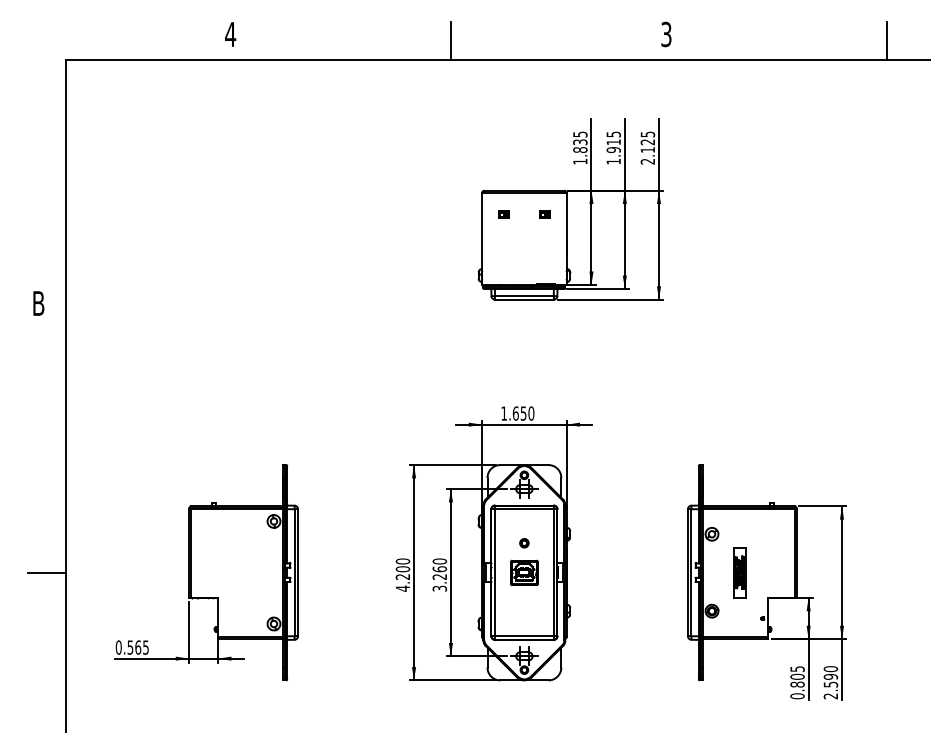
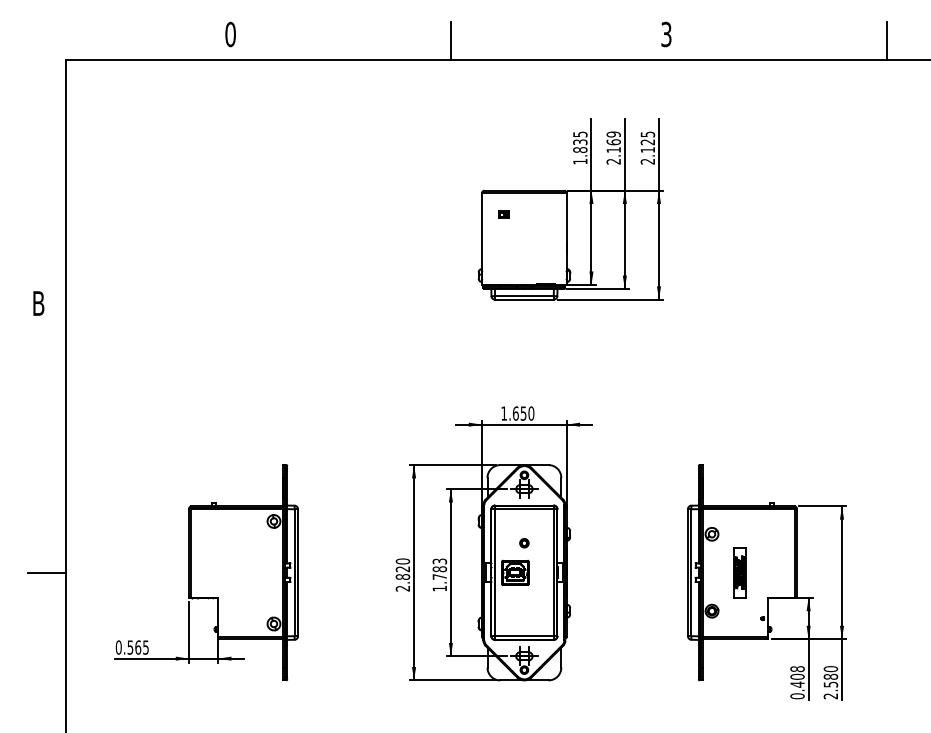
text at (230, 34): 4 -> 0
text at (613, 147): 1.915 -> 2.169
part at (544, 214): present -> none
part at (524, 572) position: (524, 572) -> (515, 572)
text at (439, 574): 3.260 -> 1.783
text at (402, 578): 4.200 -> 2.820
text at (797, 676): 0.805 -> 0.408
text at (831, 676): 2.590 -> 2.580
